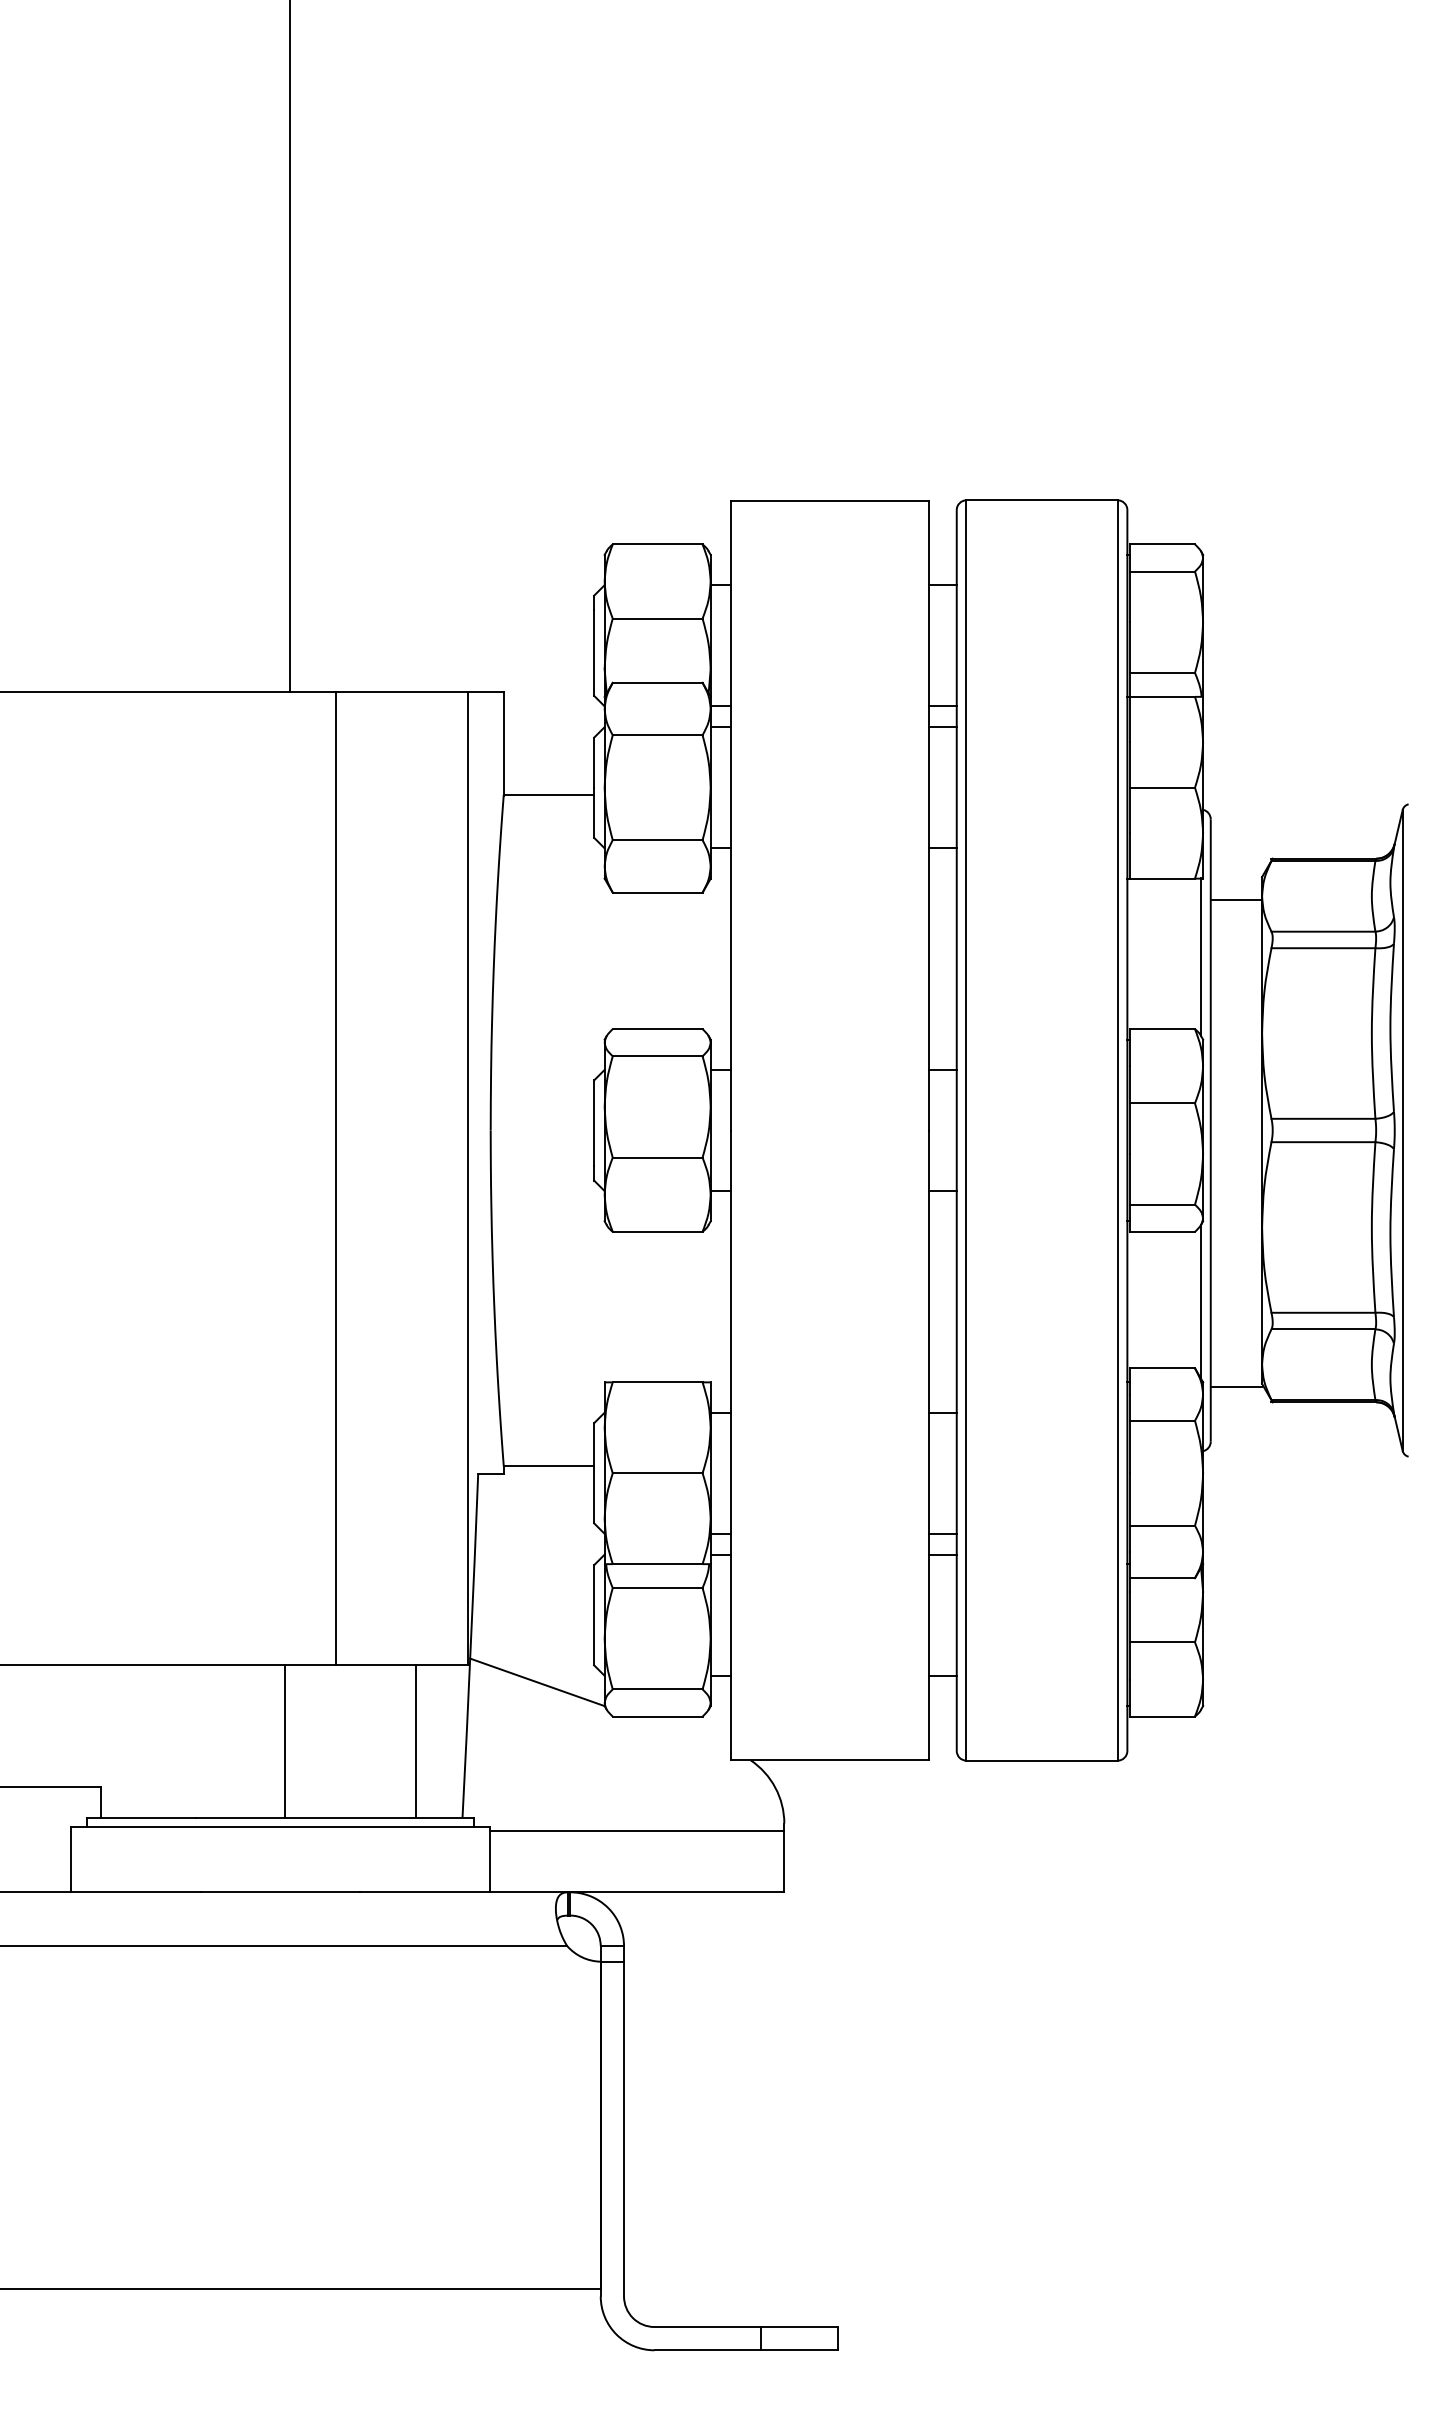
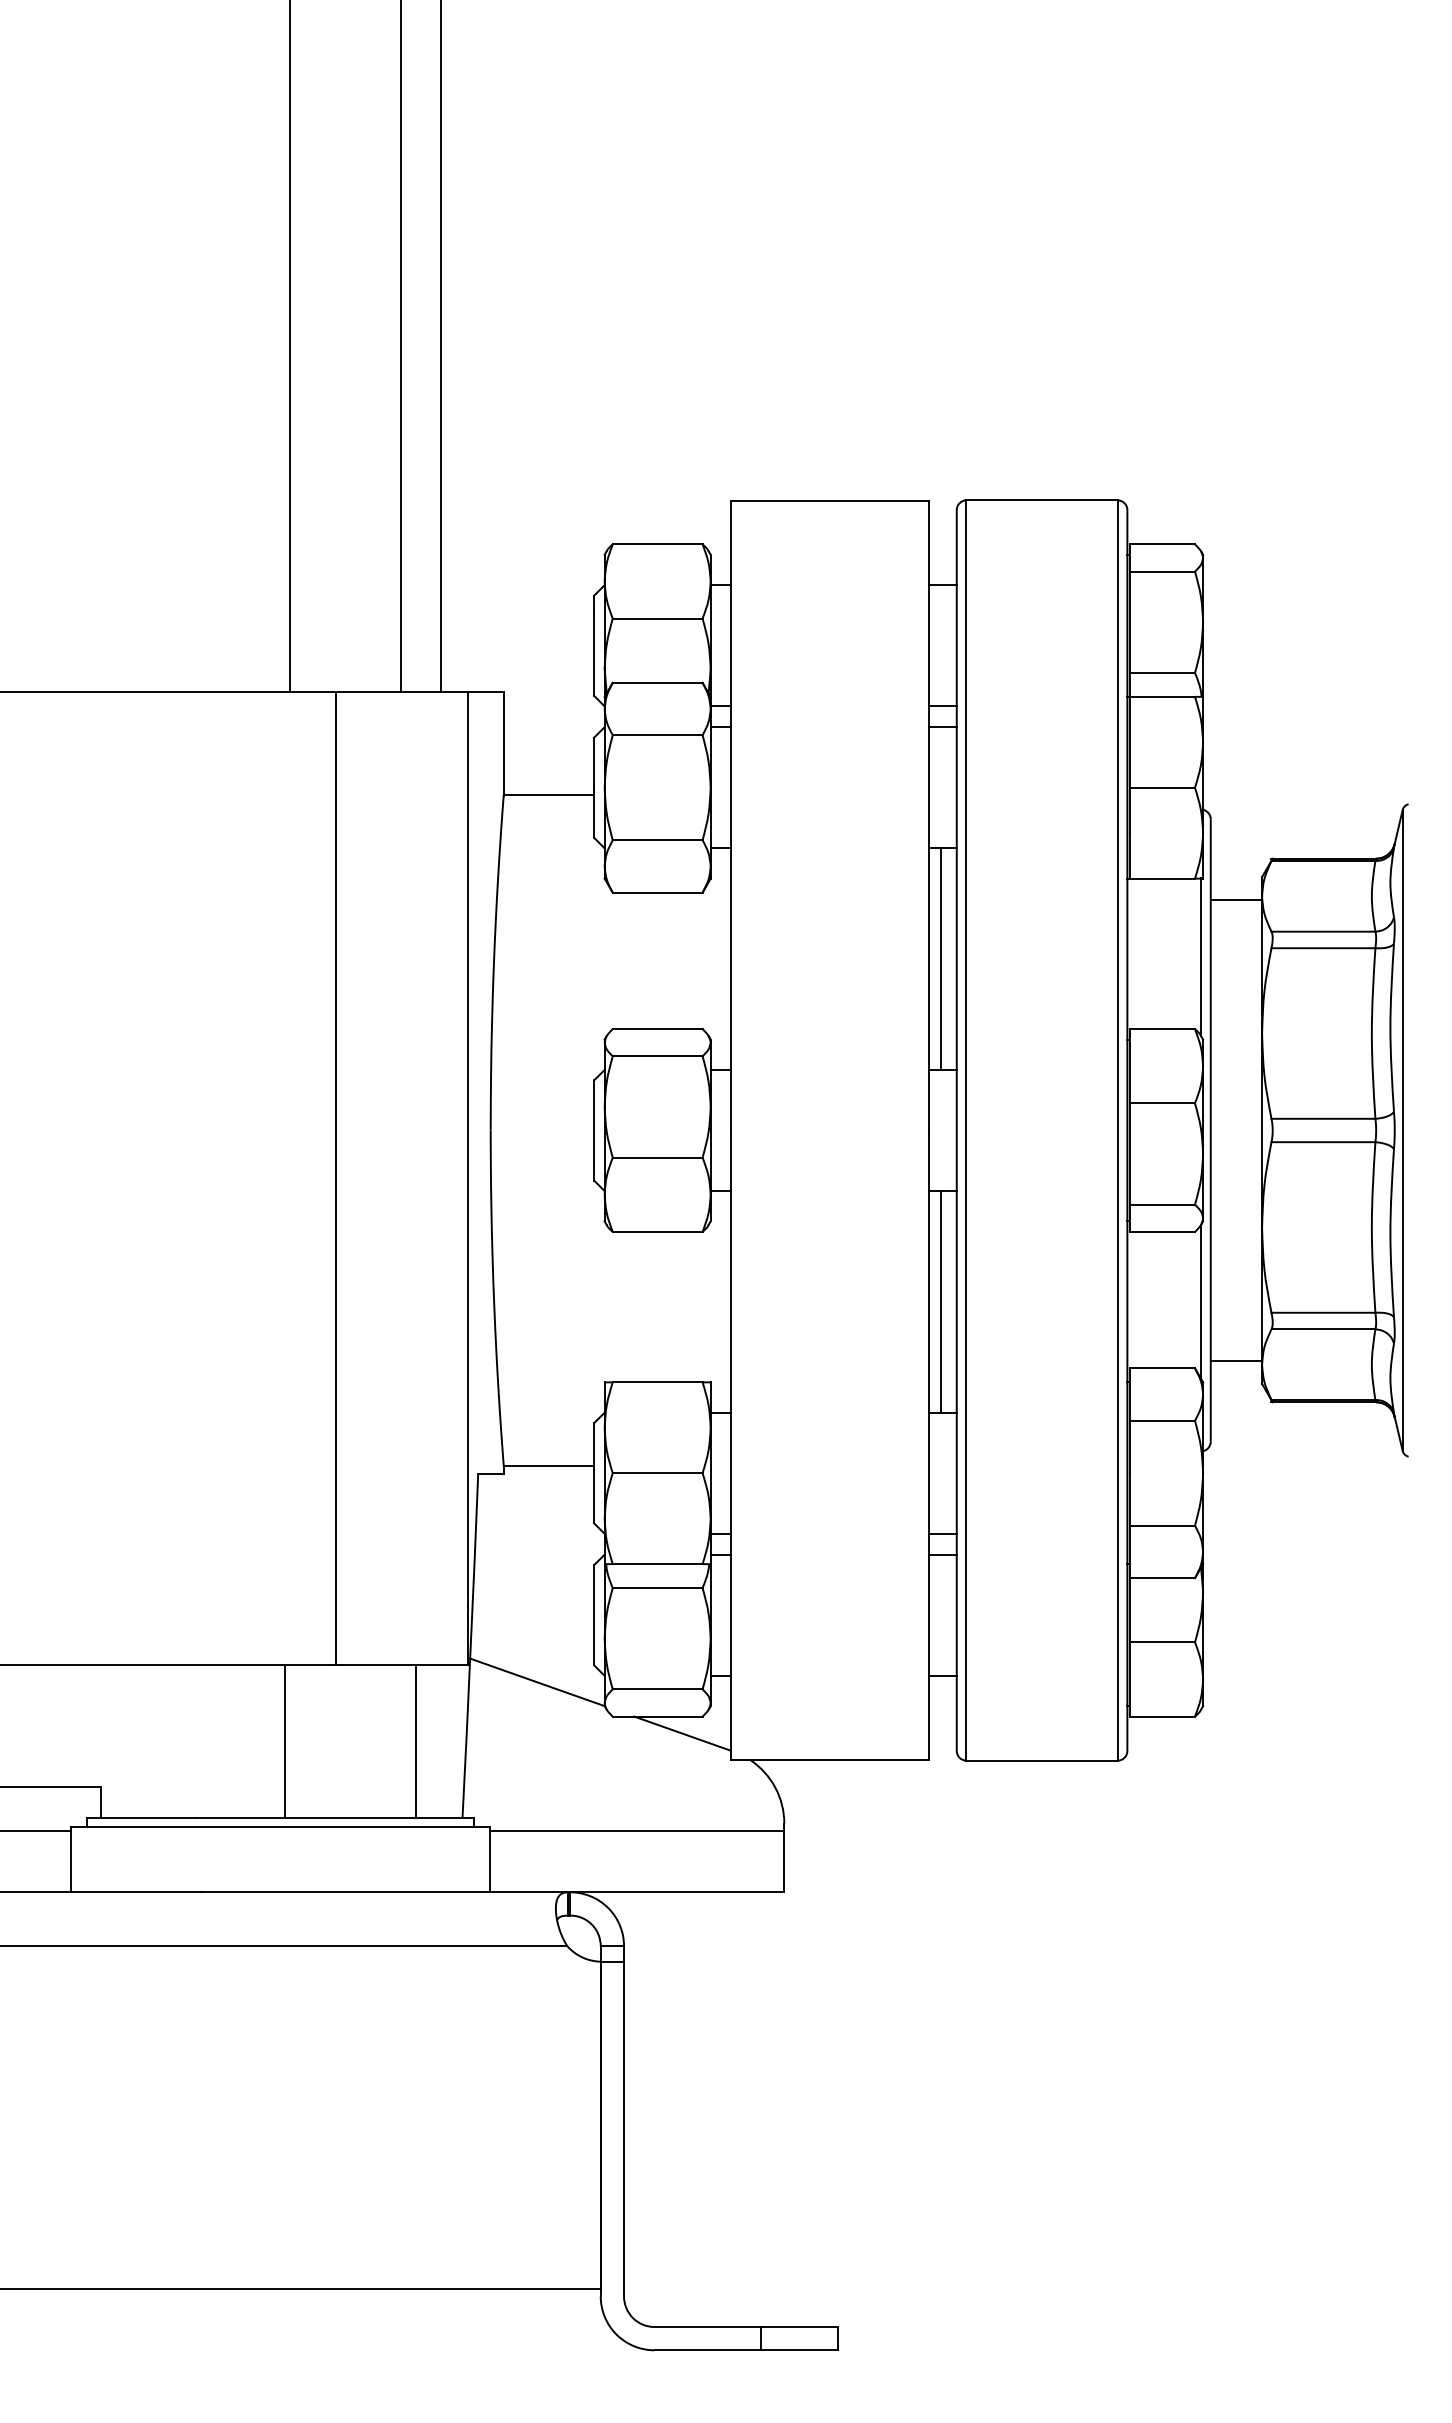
line at (401, 346): none -> present
line at (440, 346): none -> present
line at (941, 958): none -> present
line at (941, 1301): none -> present
line at (1236, 1386) position: (1236, 1386) -> (1236, 1360)
line at (682, 1733): none -> present
line at (36, 1831): none -> present
